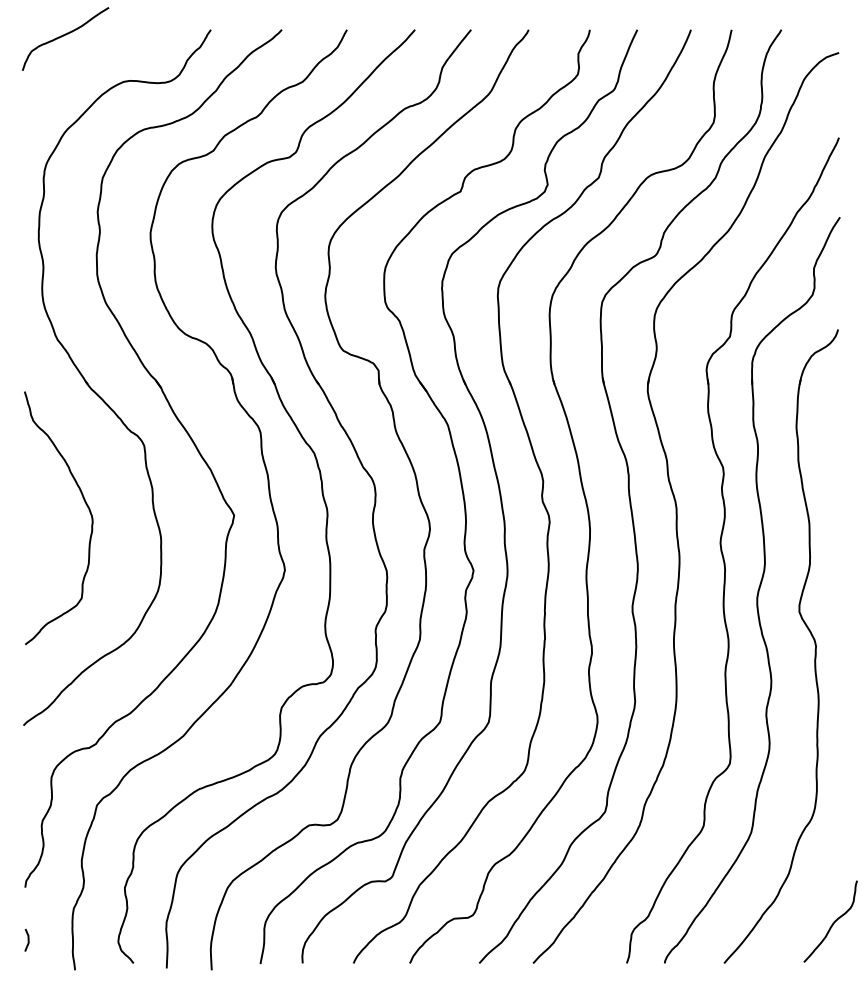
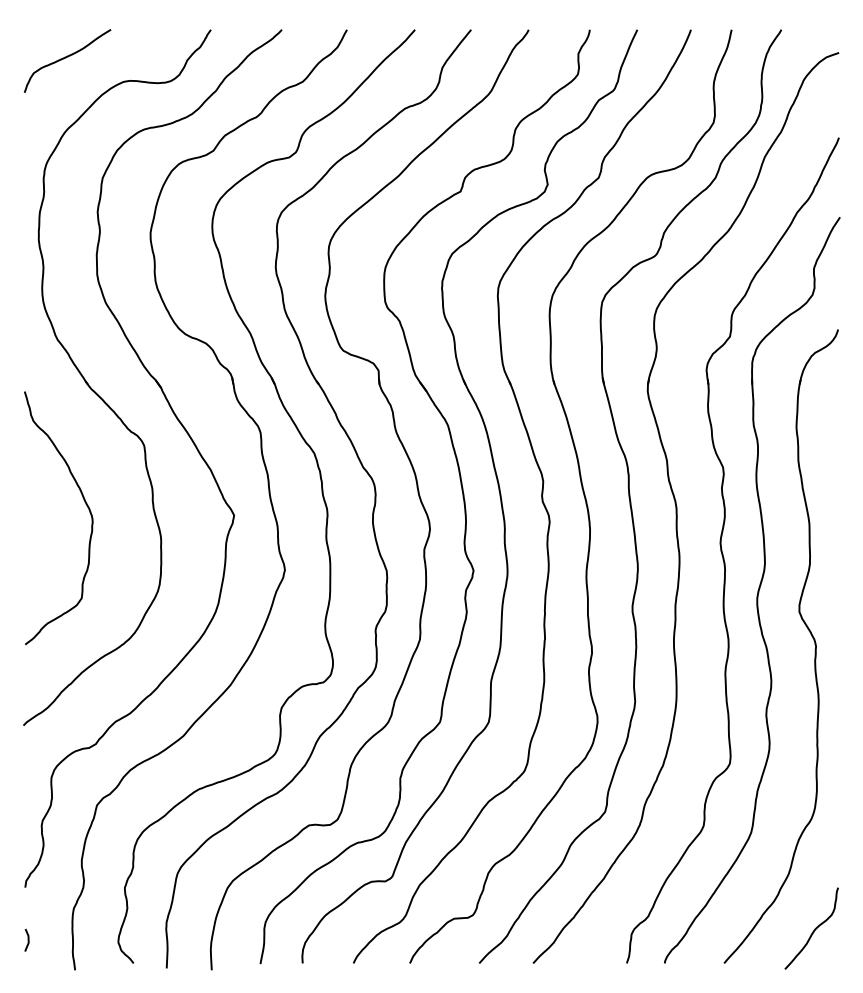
curve at (64, 36) position: (64, 36) -> (66, 58)
curve at (832, 923) position: (832, 923) -> (813, 930)
